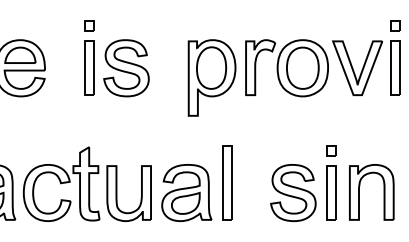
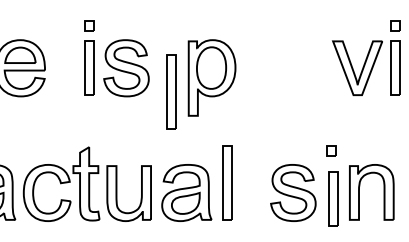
part at (286, 68): present -> none
part at (171, 91): none -> present
part at (331, 192) position: (331, 192) -> (333, 198)
